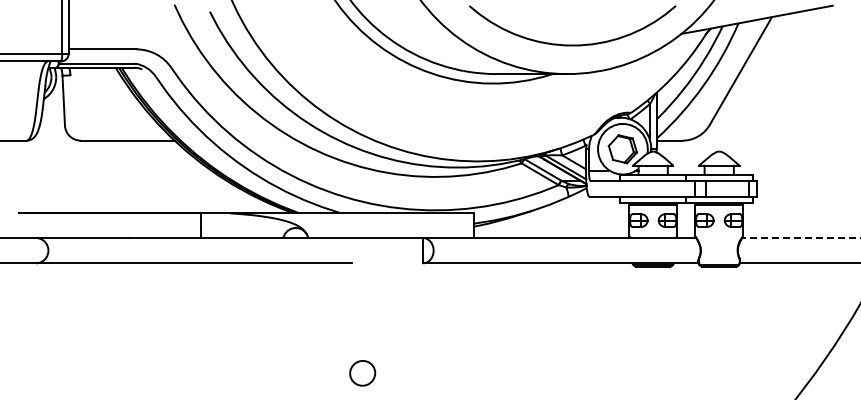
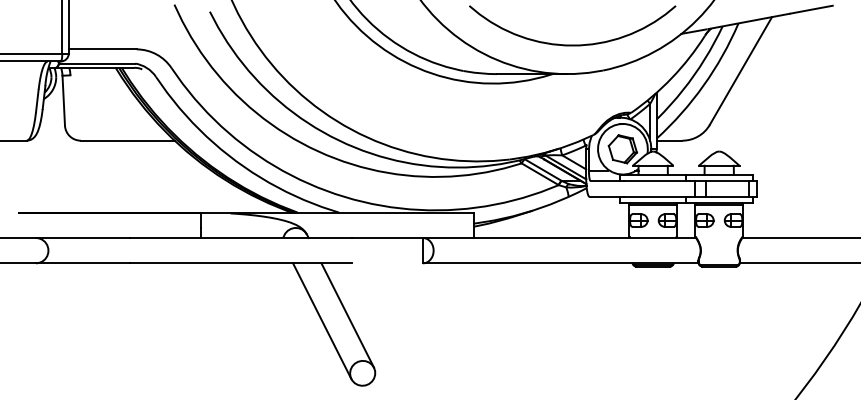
line at (801, 238): dashed -> solid
line at (347, 315): none -> present
line at (322, 321): none -> present
